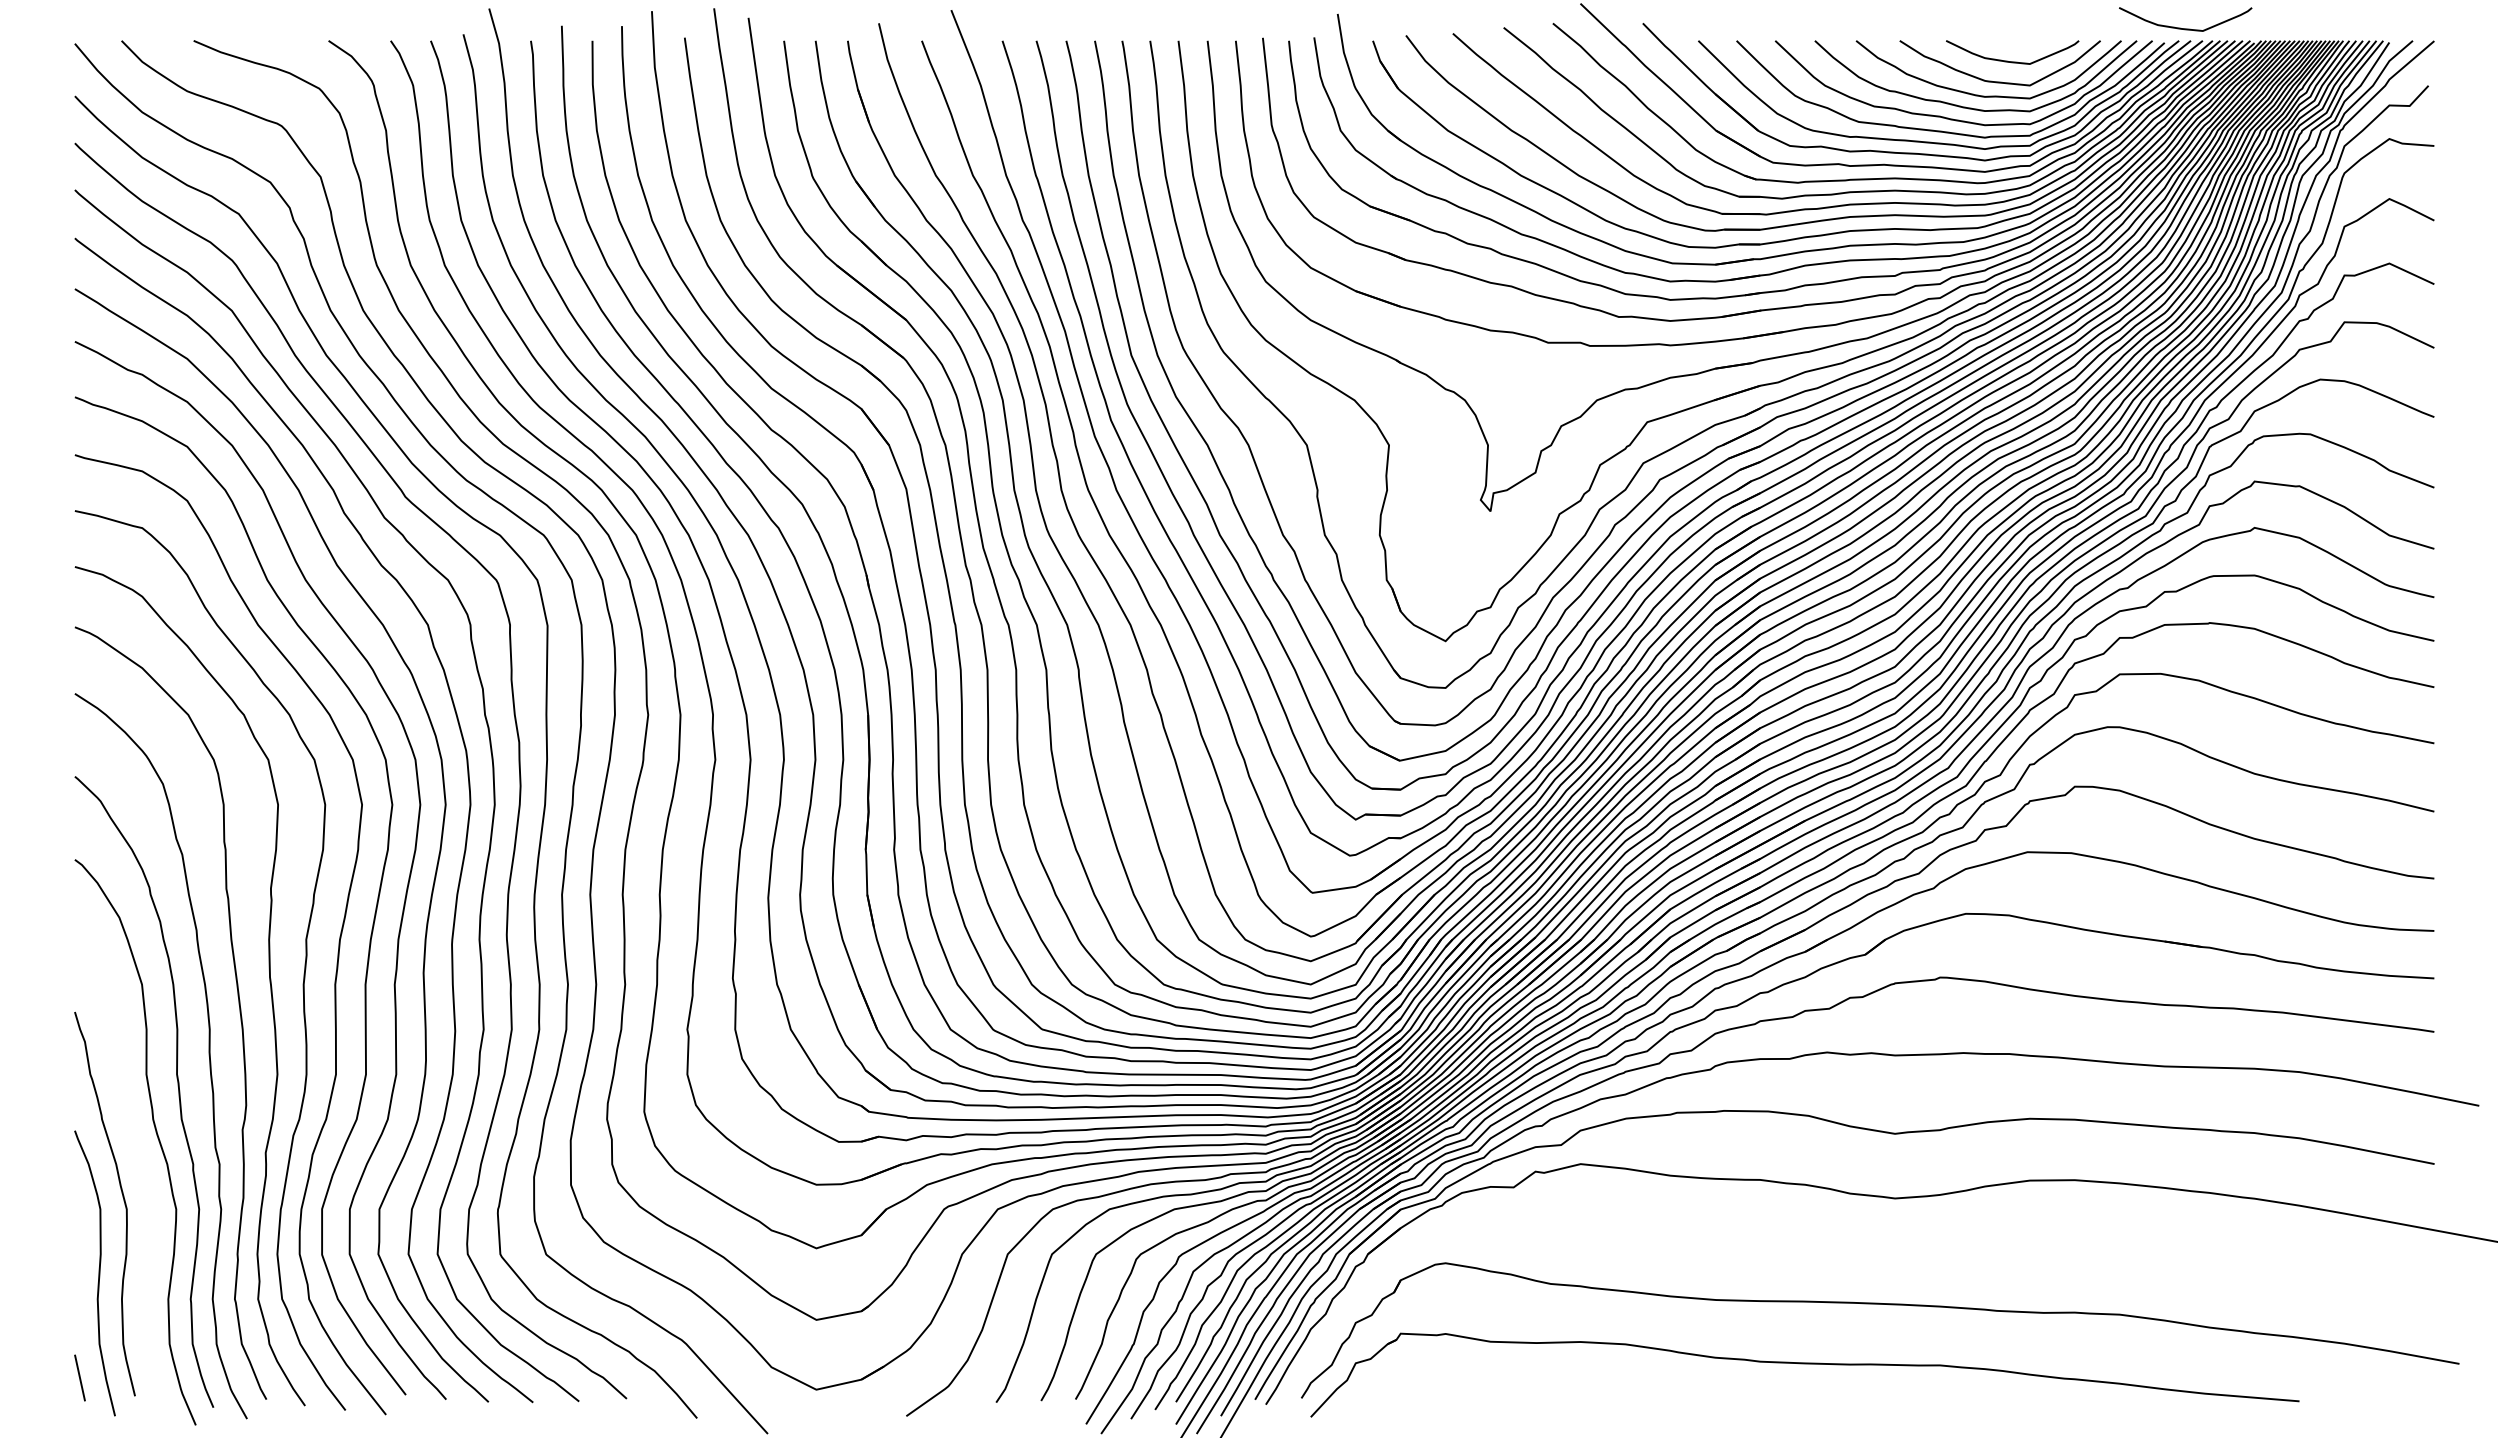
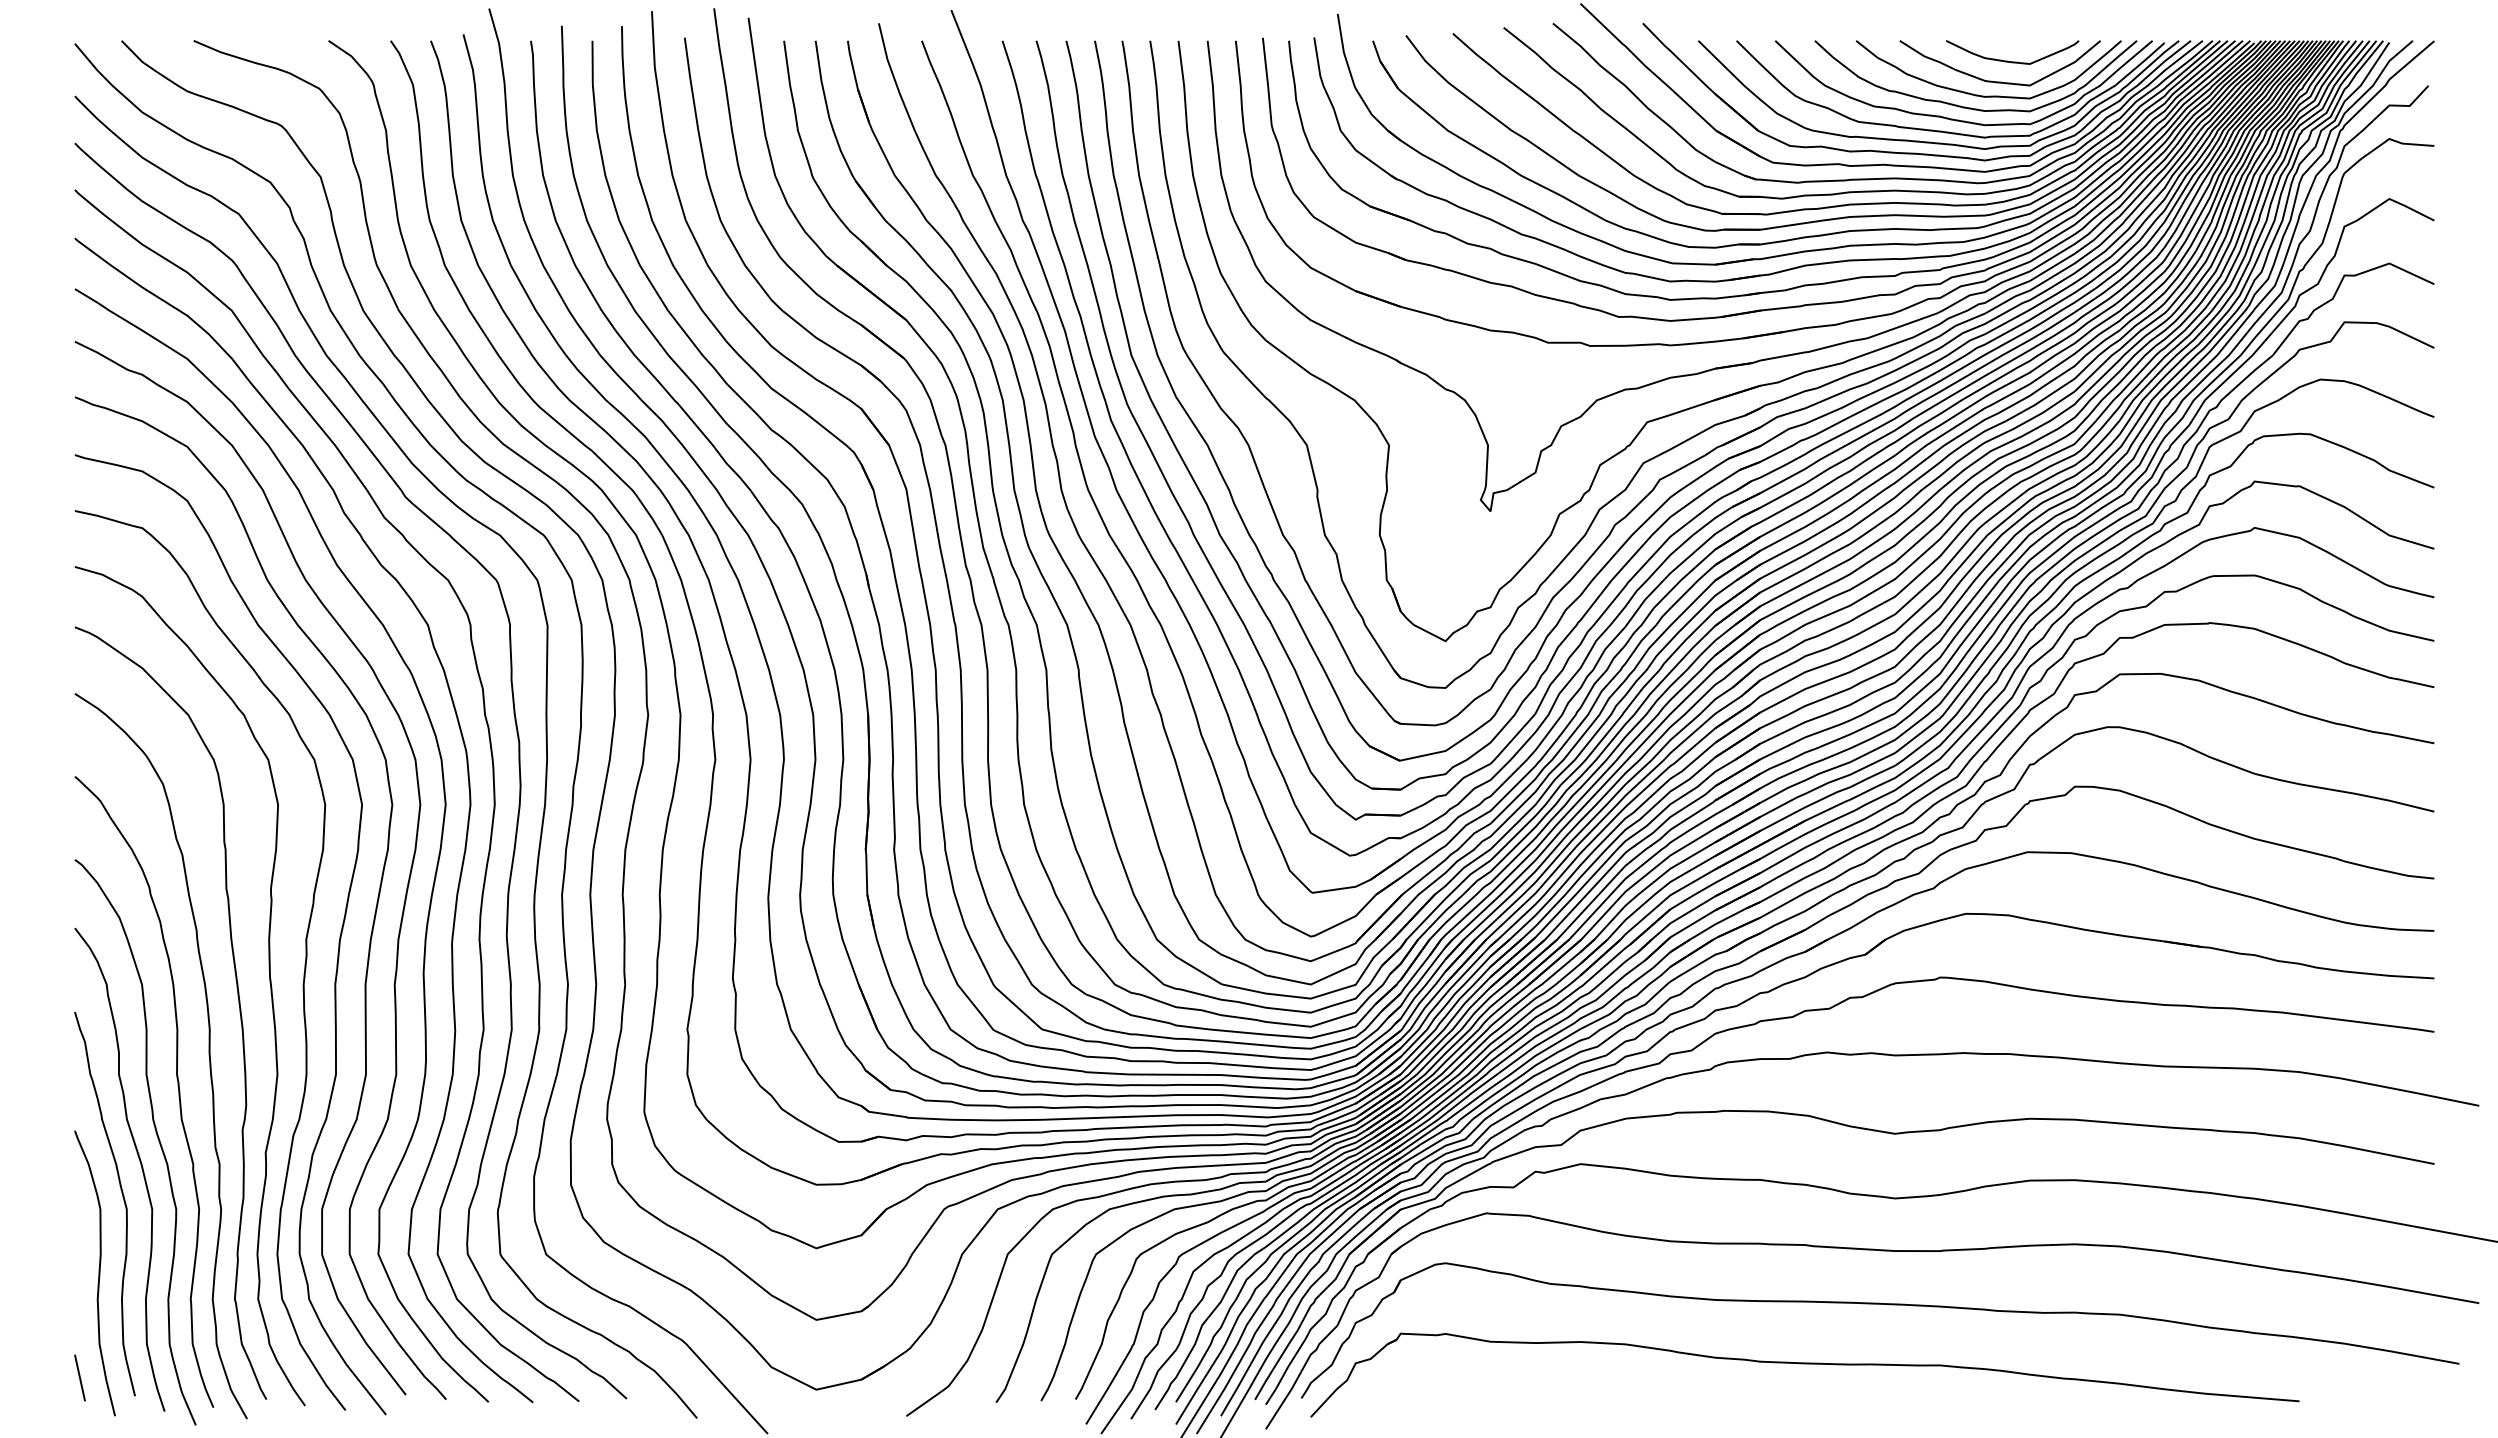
curve at (2185, 28): present -> none
curve at (140, 1165): none -> present
part at (1880, 1251): none -> present
